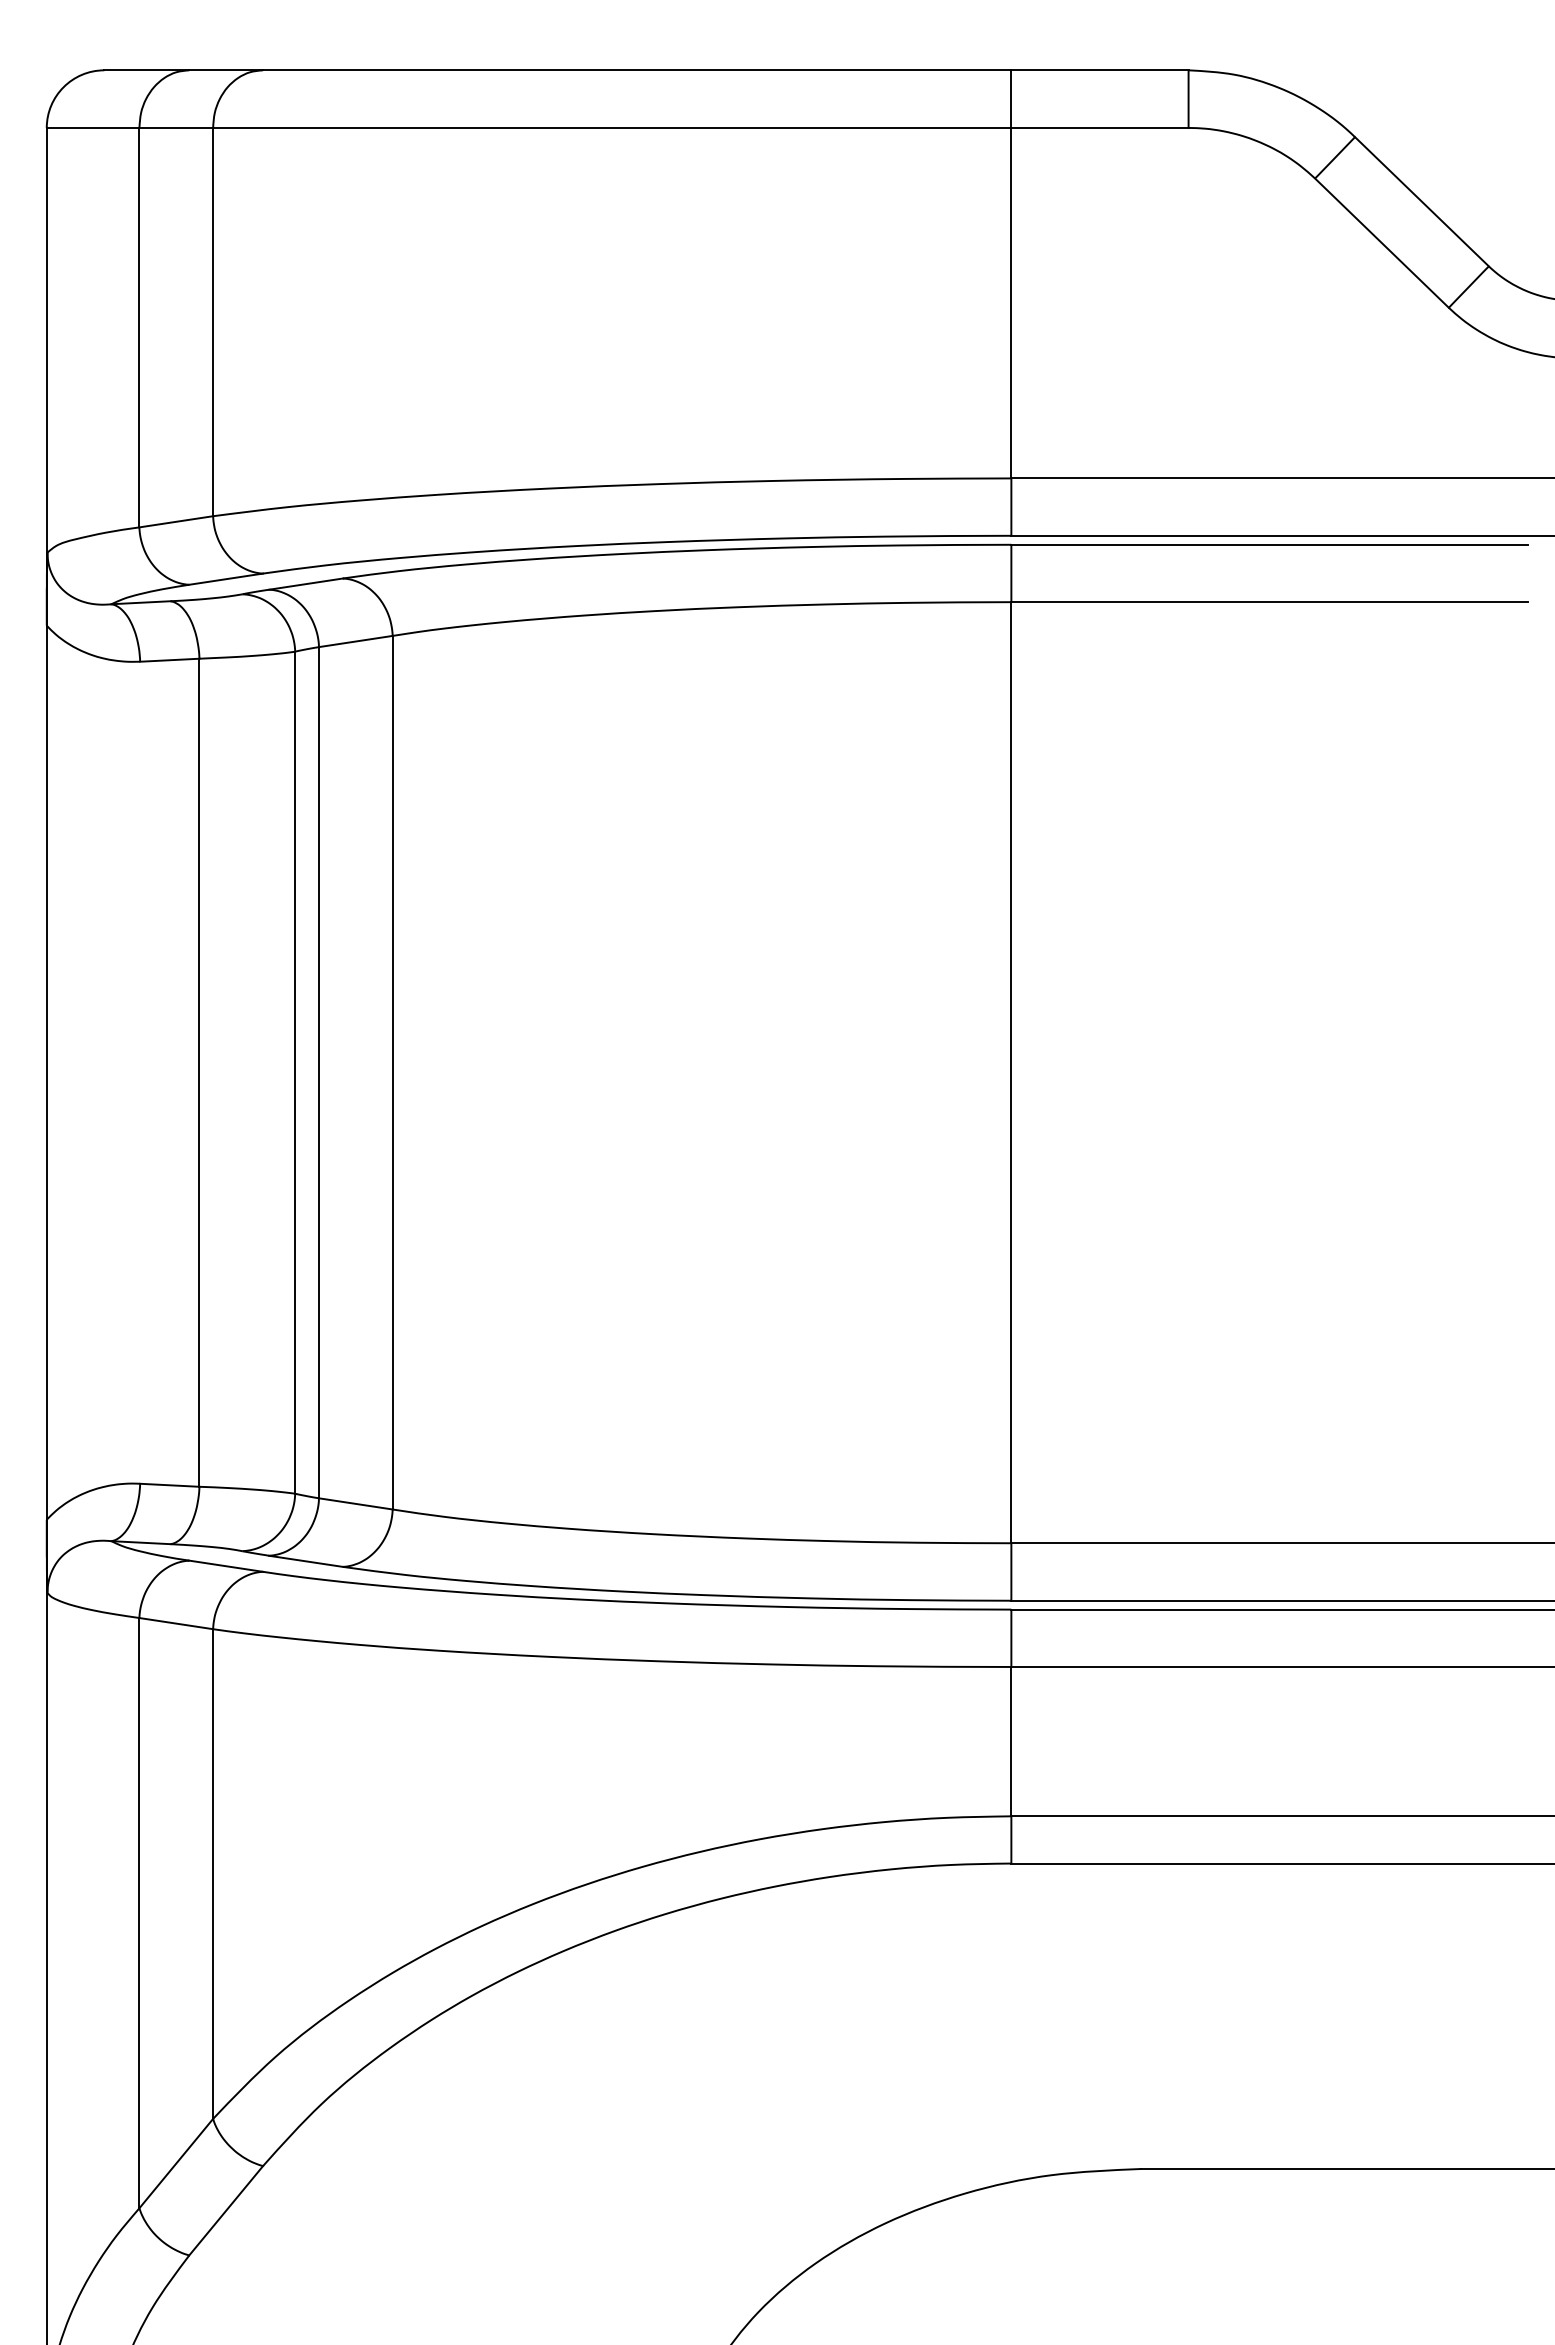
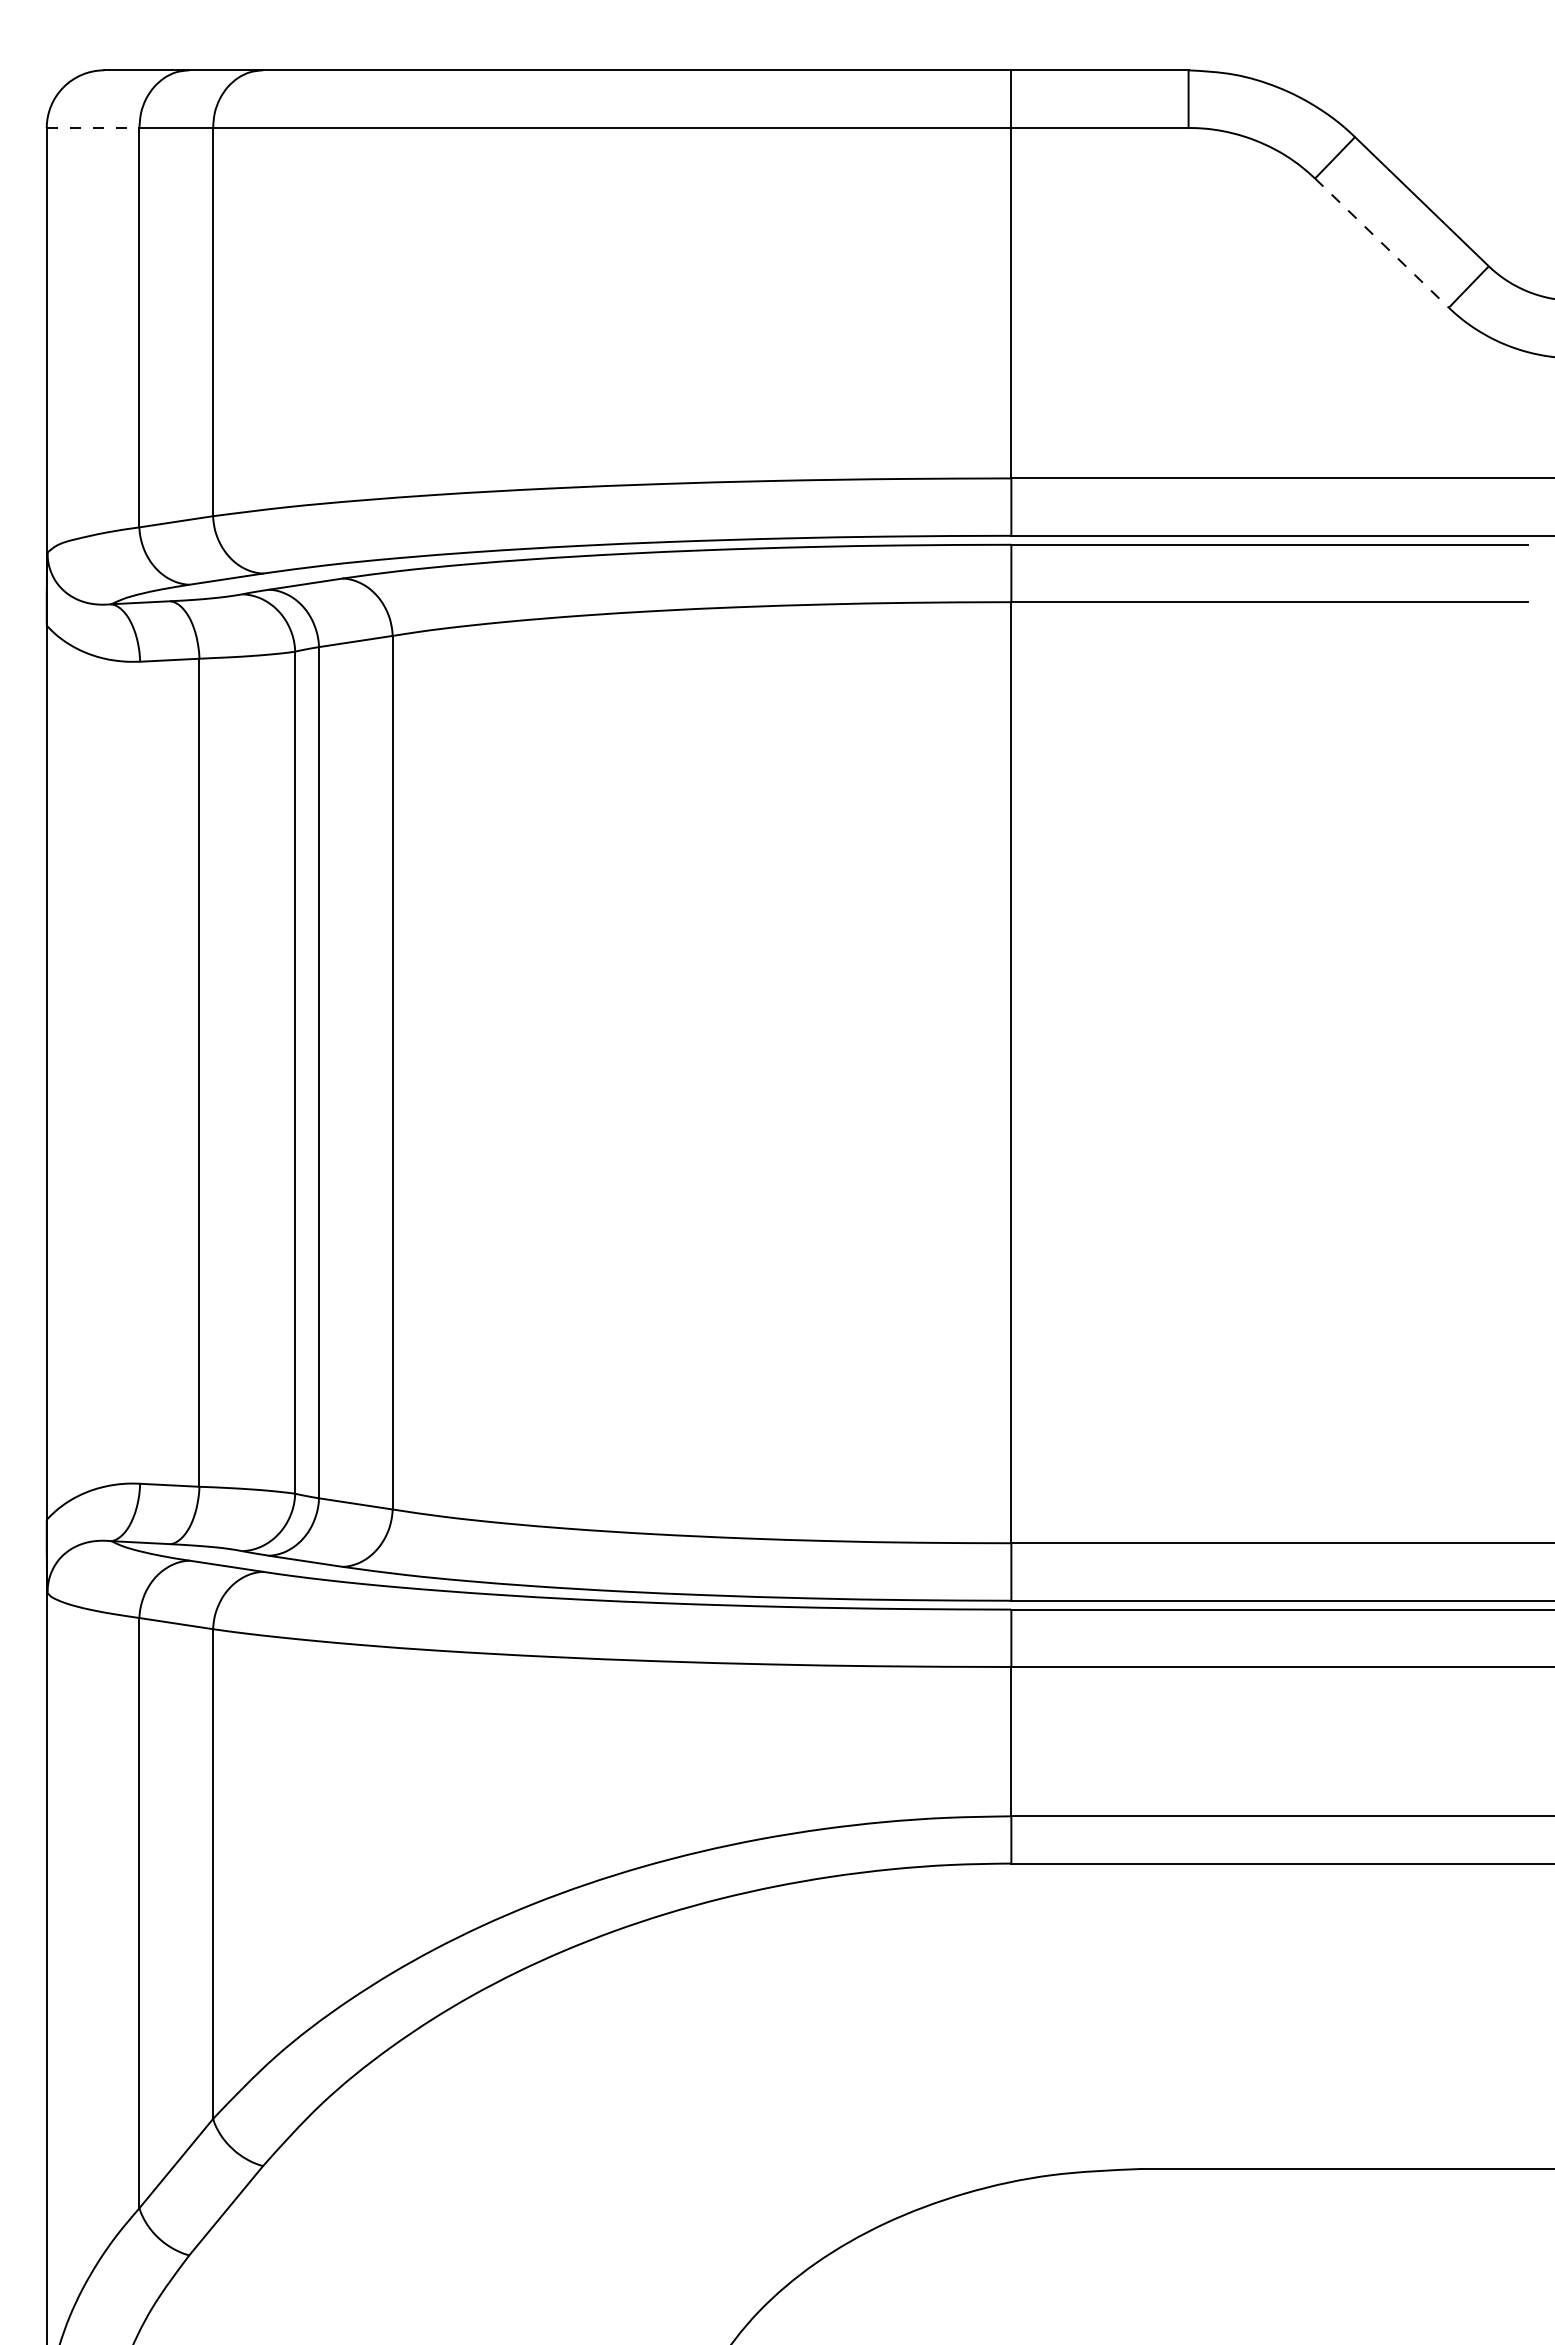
line at (93, 127): solid -> dashed
line at (1382, 243): solid -> dashed
